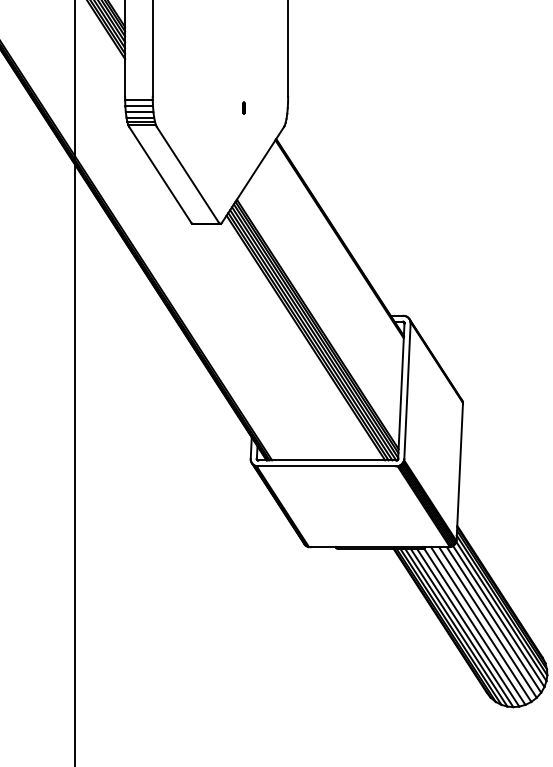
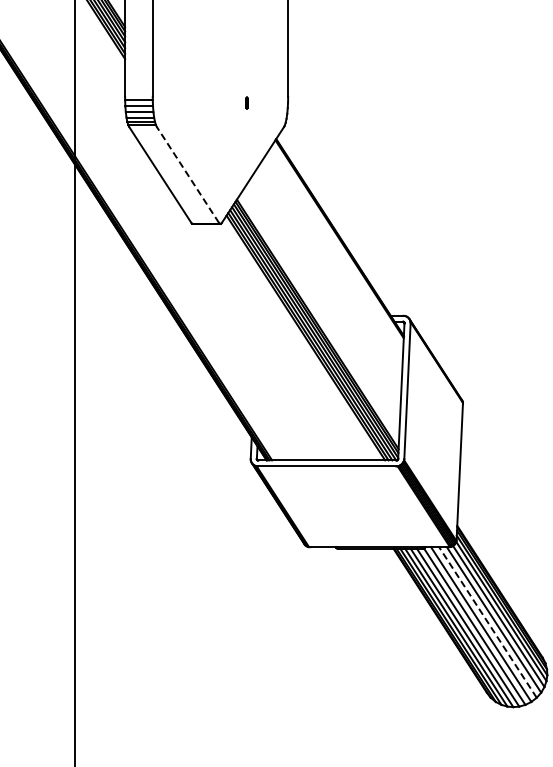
part at (243, 107) position: (243, 107) -> (246, 102)
line at (187, 174): solid -> dashed
line at (487, 622): solid -> dashed
